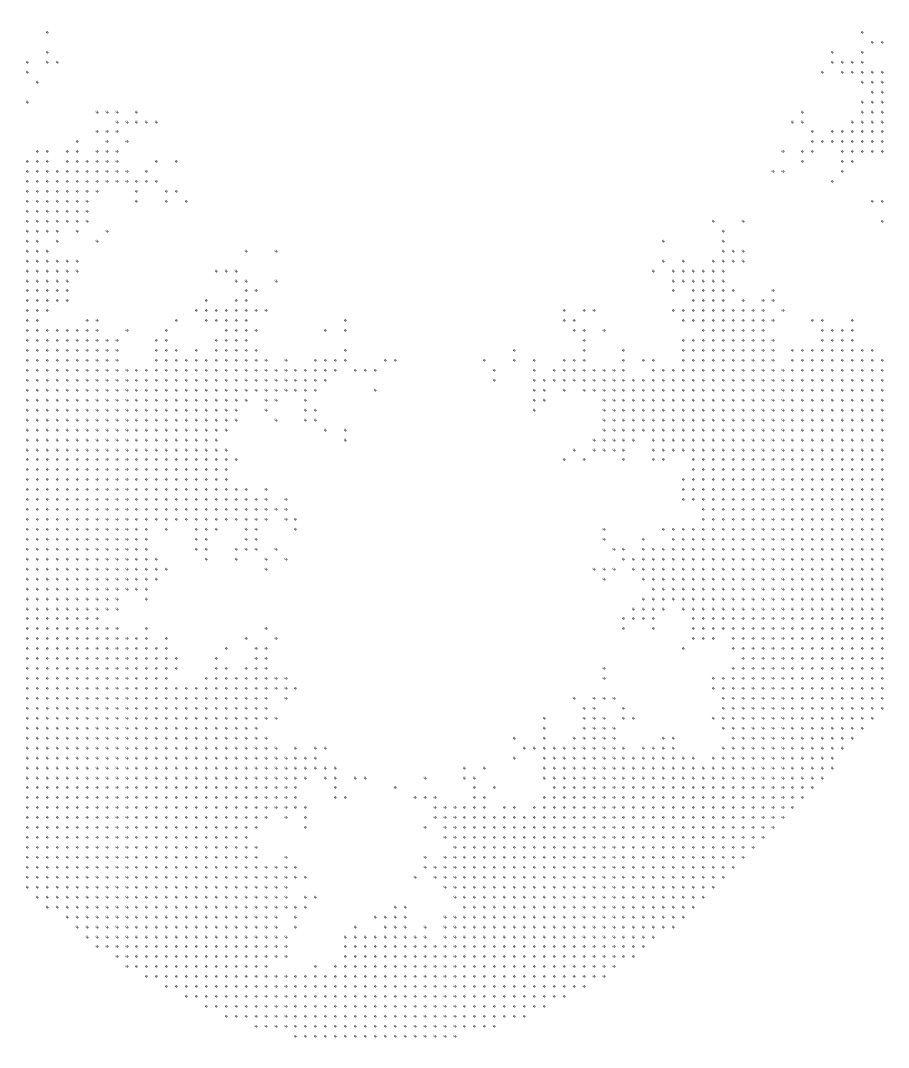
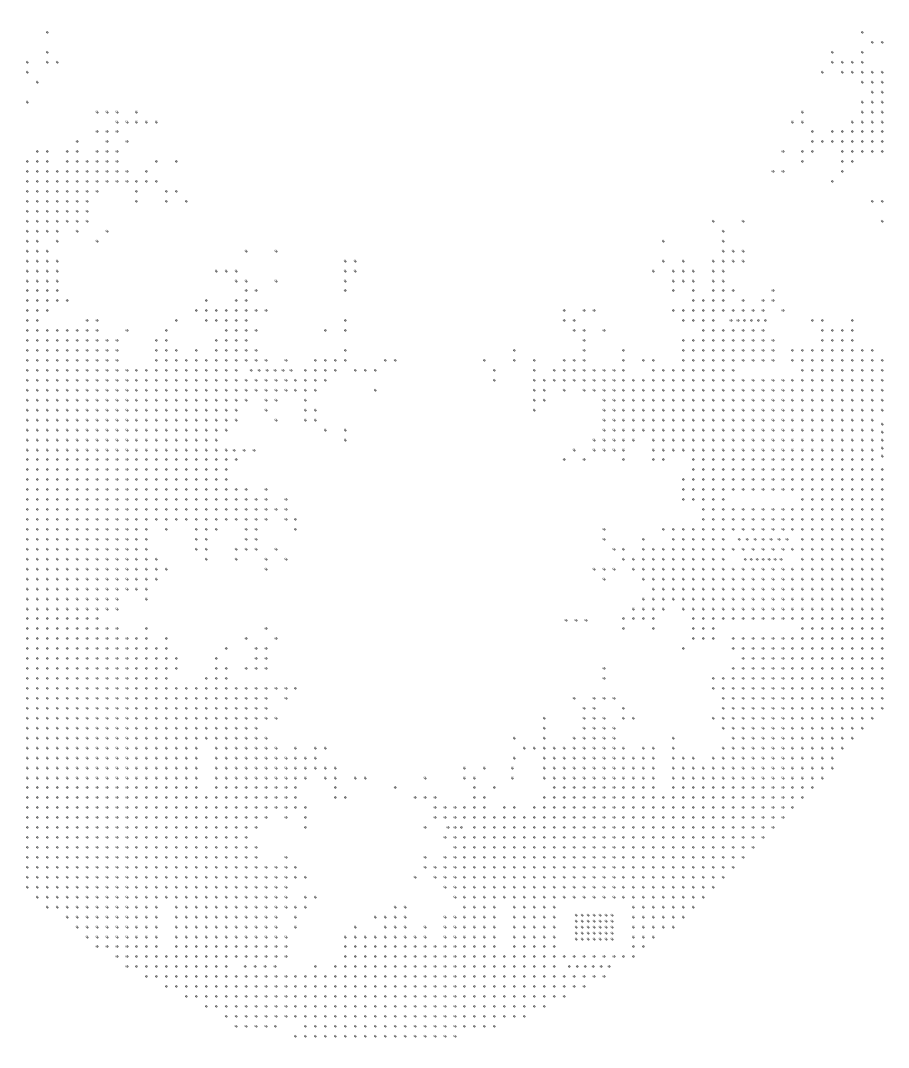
part at (72, 275) position: (72, 275) -> (350, 275)
part at (703, 280): present -> none
part at (748, 320) size: 53x3 px -> 38x3 px
part at (270, 370) size: 52x3 px -> 43x3 px
part at (767, 370): present -> none
part at (882, 439) size: 3x42 px -> 3x35 px
part at (244, 450): none -> present
part at (762, 499): present -> none
part at (762, 539) size: 62x3 px -> 51x3 px
part at (762, 559) size: 62x3 px -> 39x3 px
part at (575, 620): none -> present
part at (757, 628): present -> none
part at (261, 678): present -> none
part at (663, 762): present -> none
part at (206, 767): present -> none
part at (512, 772): none -> present
part at (454, 827) size: 23x3 px -> 17x3 px
part at (166, 926): present -> none
part at (504, 926): present -> none
part at (593, 926) size: 62x42 px -> 39x27 px
part at (251, 966) position: (251, 966) -> (260, 966)
part at (589, 966) size: 53x3 px -> 43x3 px
part at (275, 1026) position: (275, 1026) -> (255, 1026)
